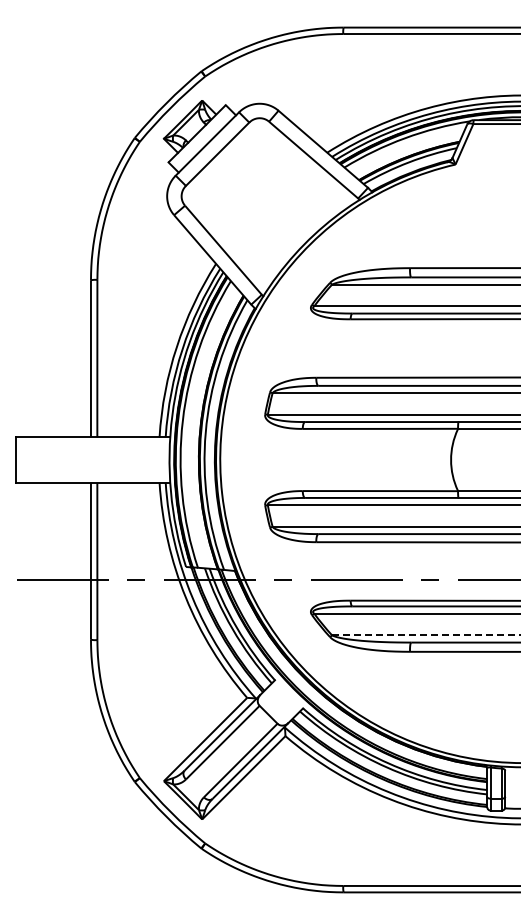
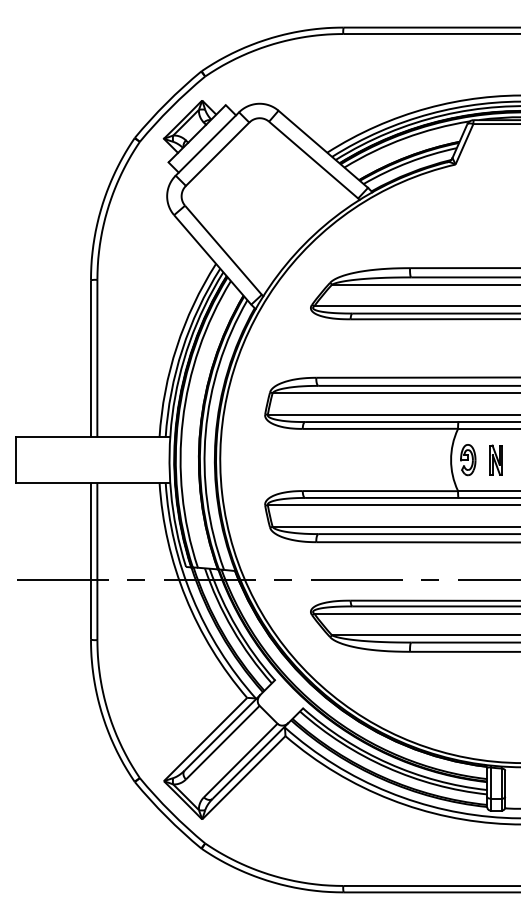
part at (495, 459): none -> present
part at (468, 460): none -> present
line at (426, 635): dashed -> solid
